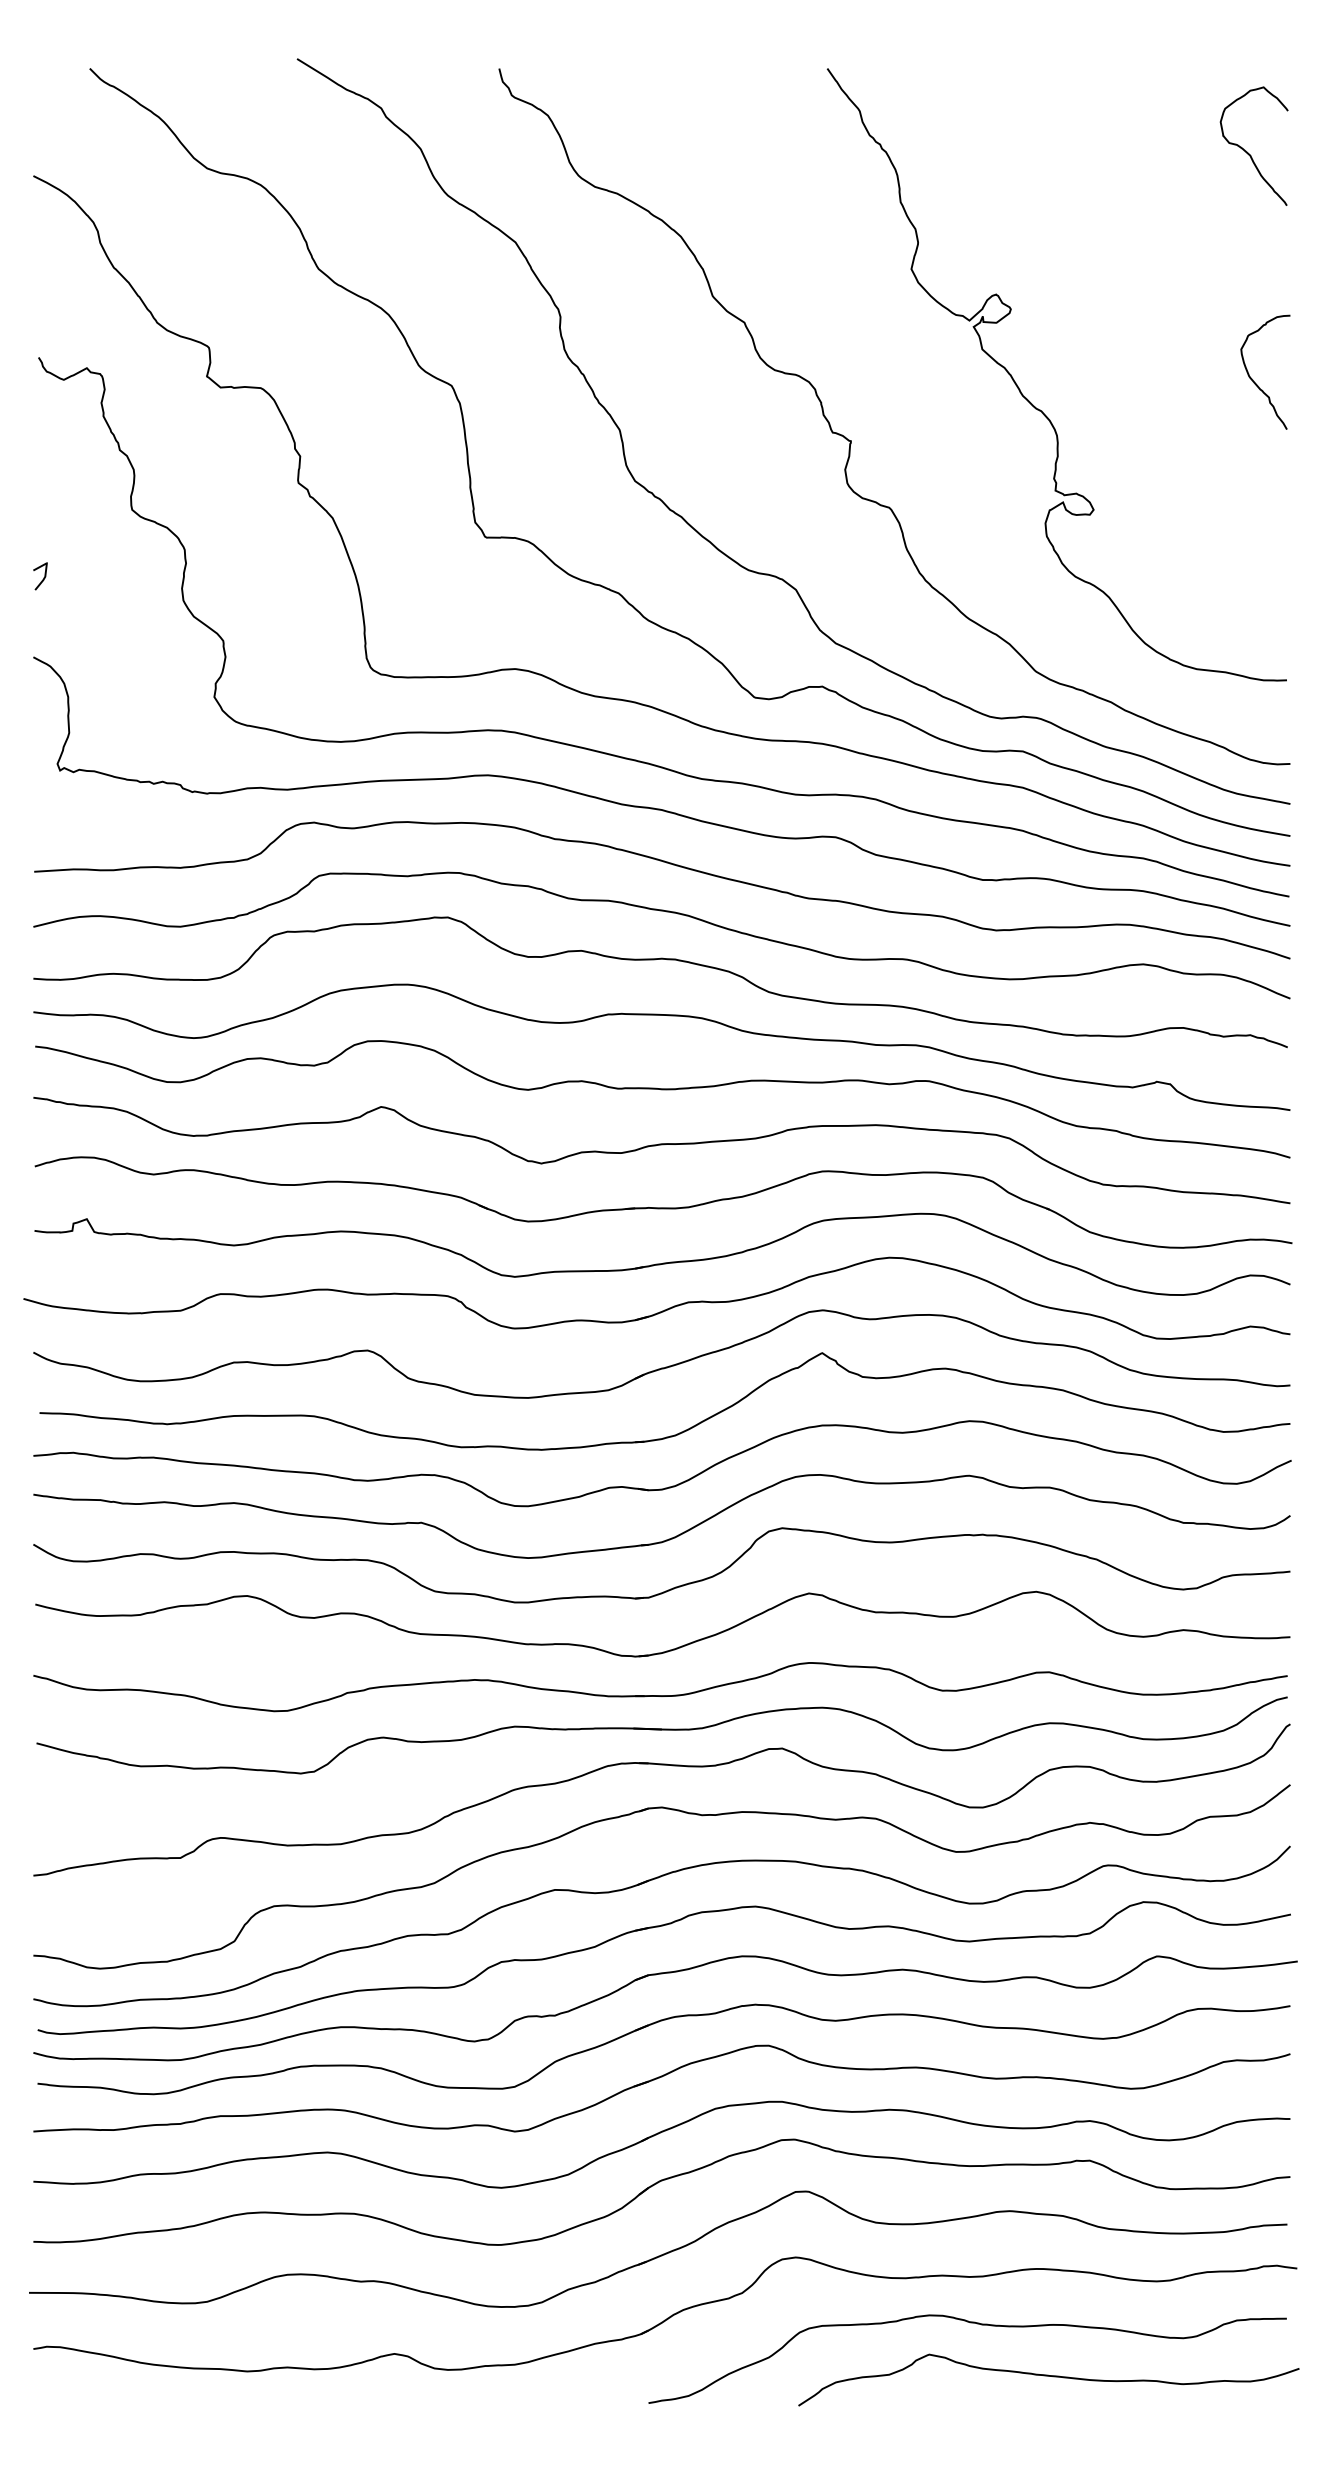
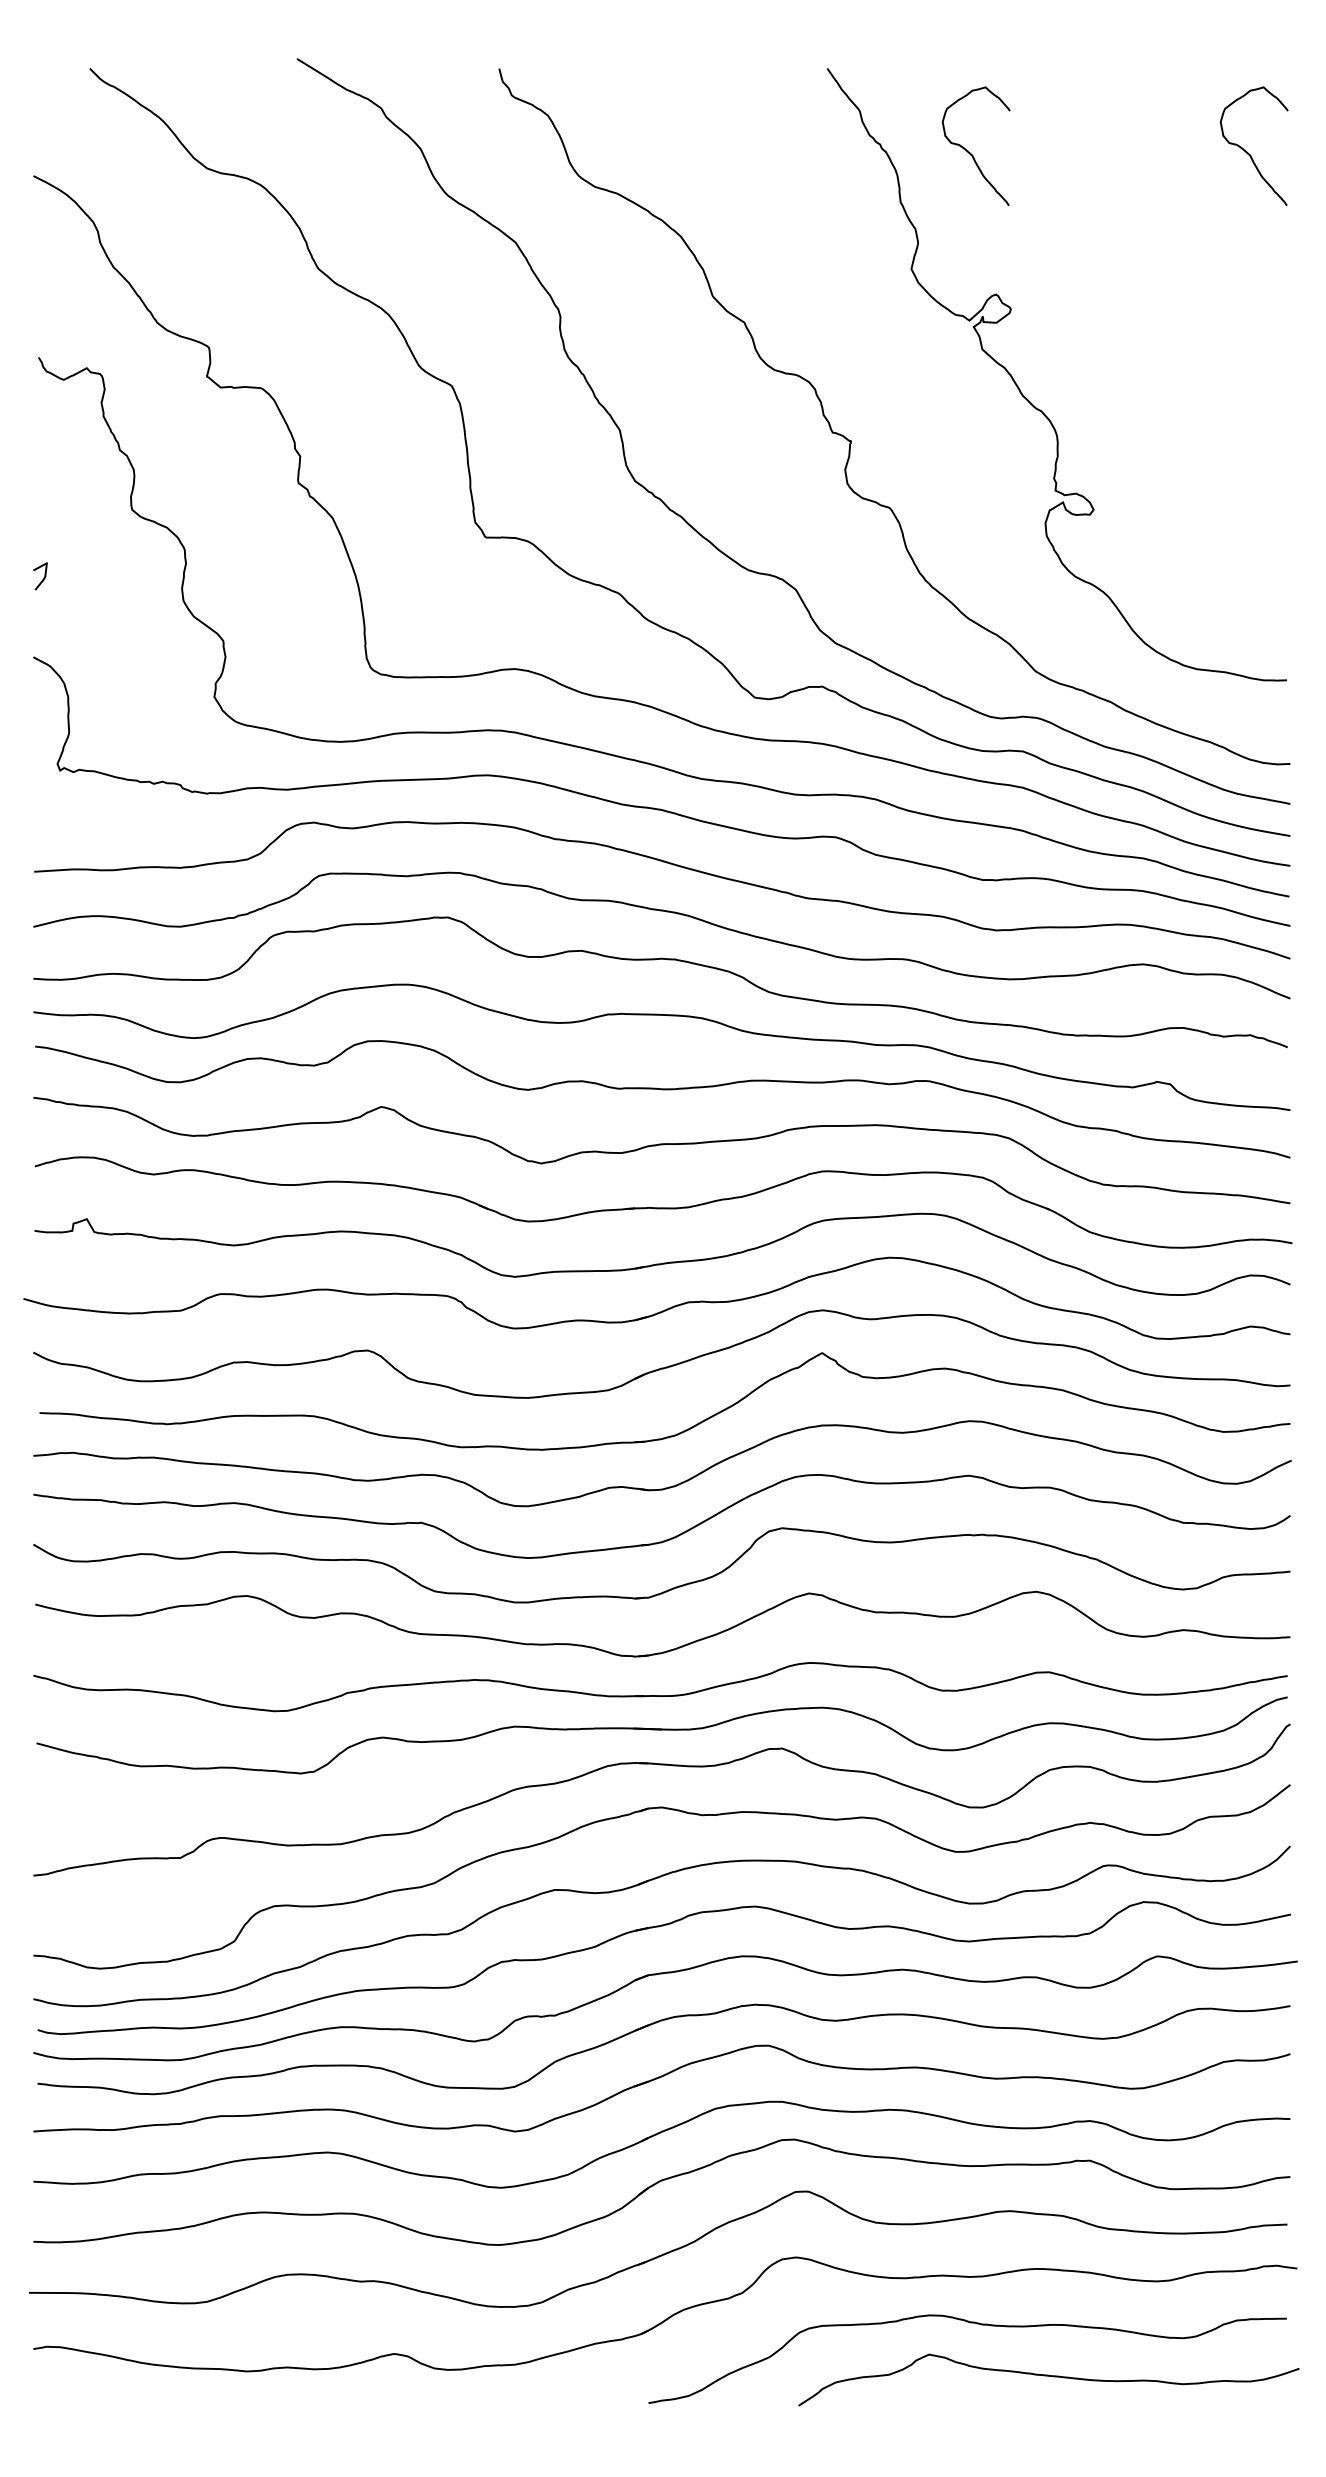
curve at (969, 151): none -> present
curve at (1252, 378): present -> none
